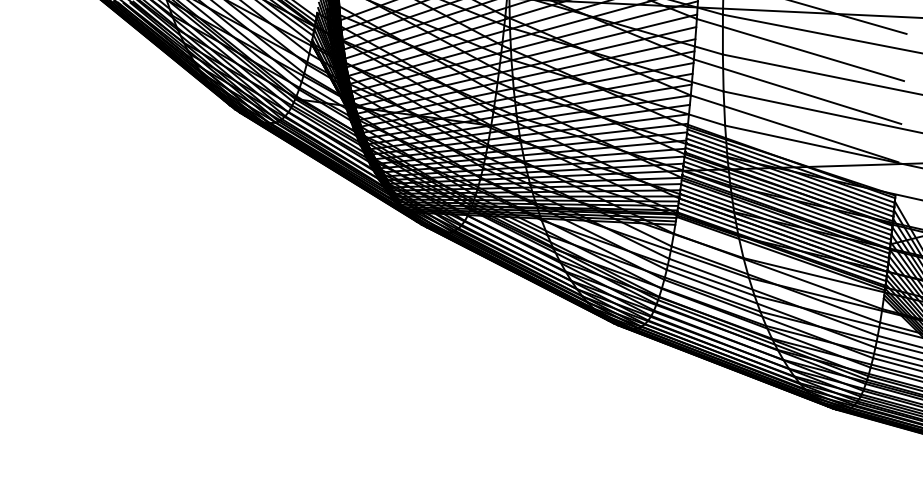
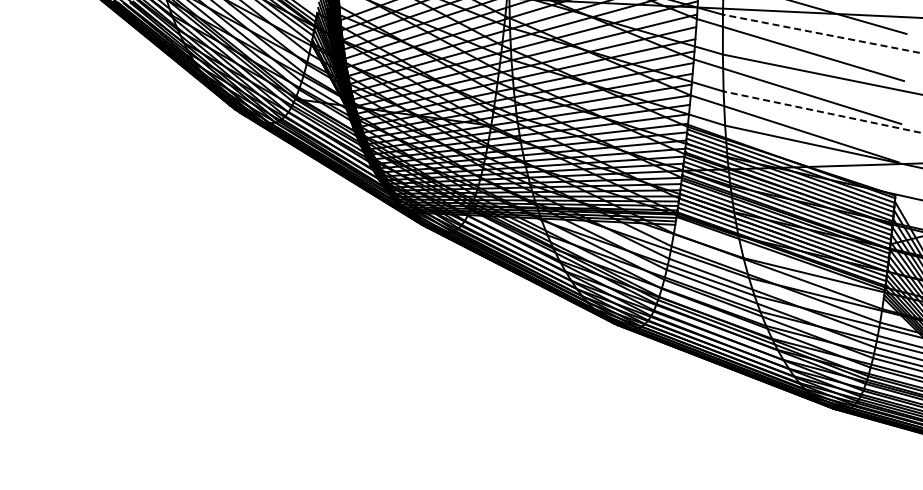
line at (822, 34): solid -> dashed
line at (823, 112): solid -> dashed
